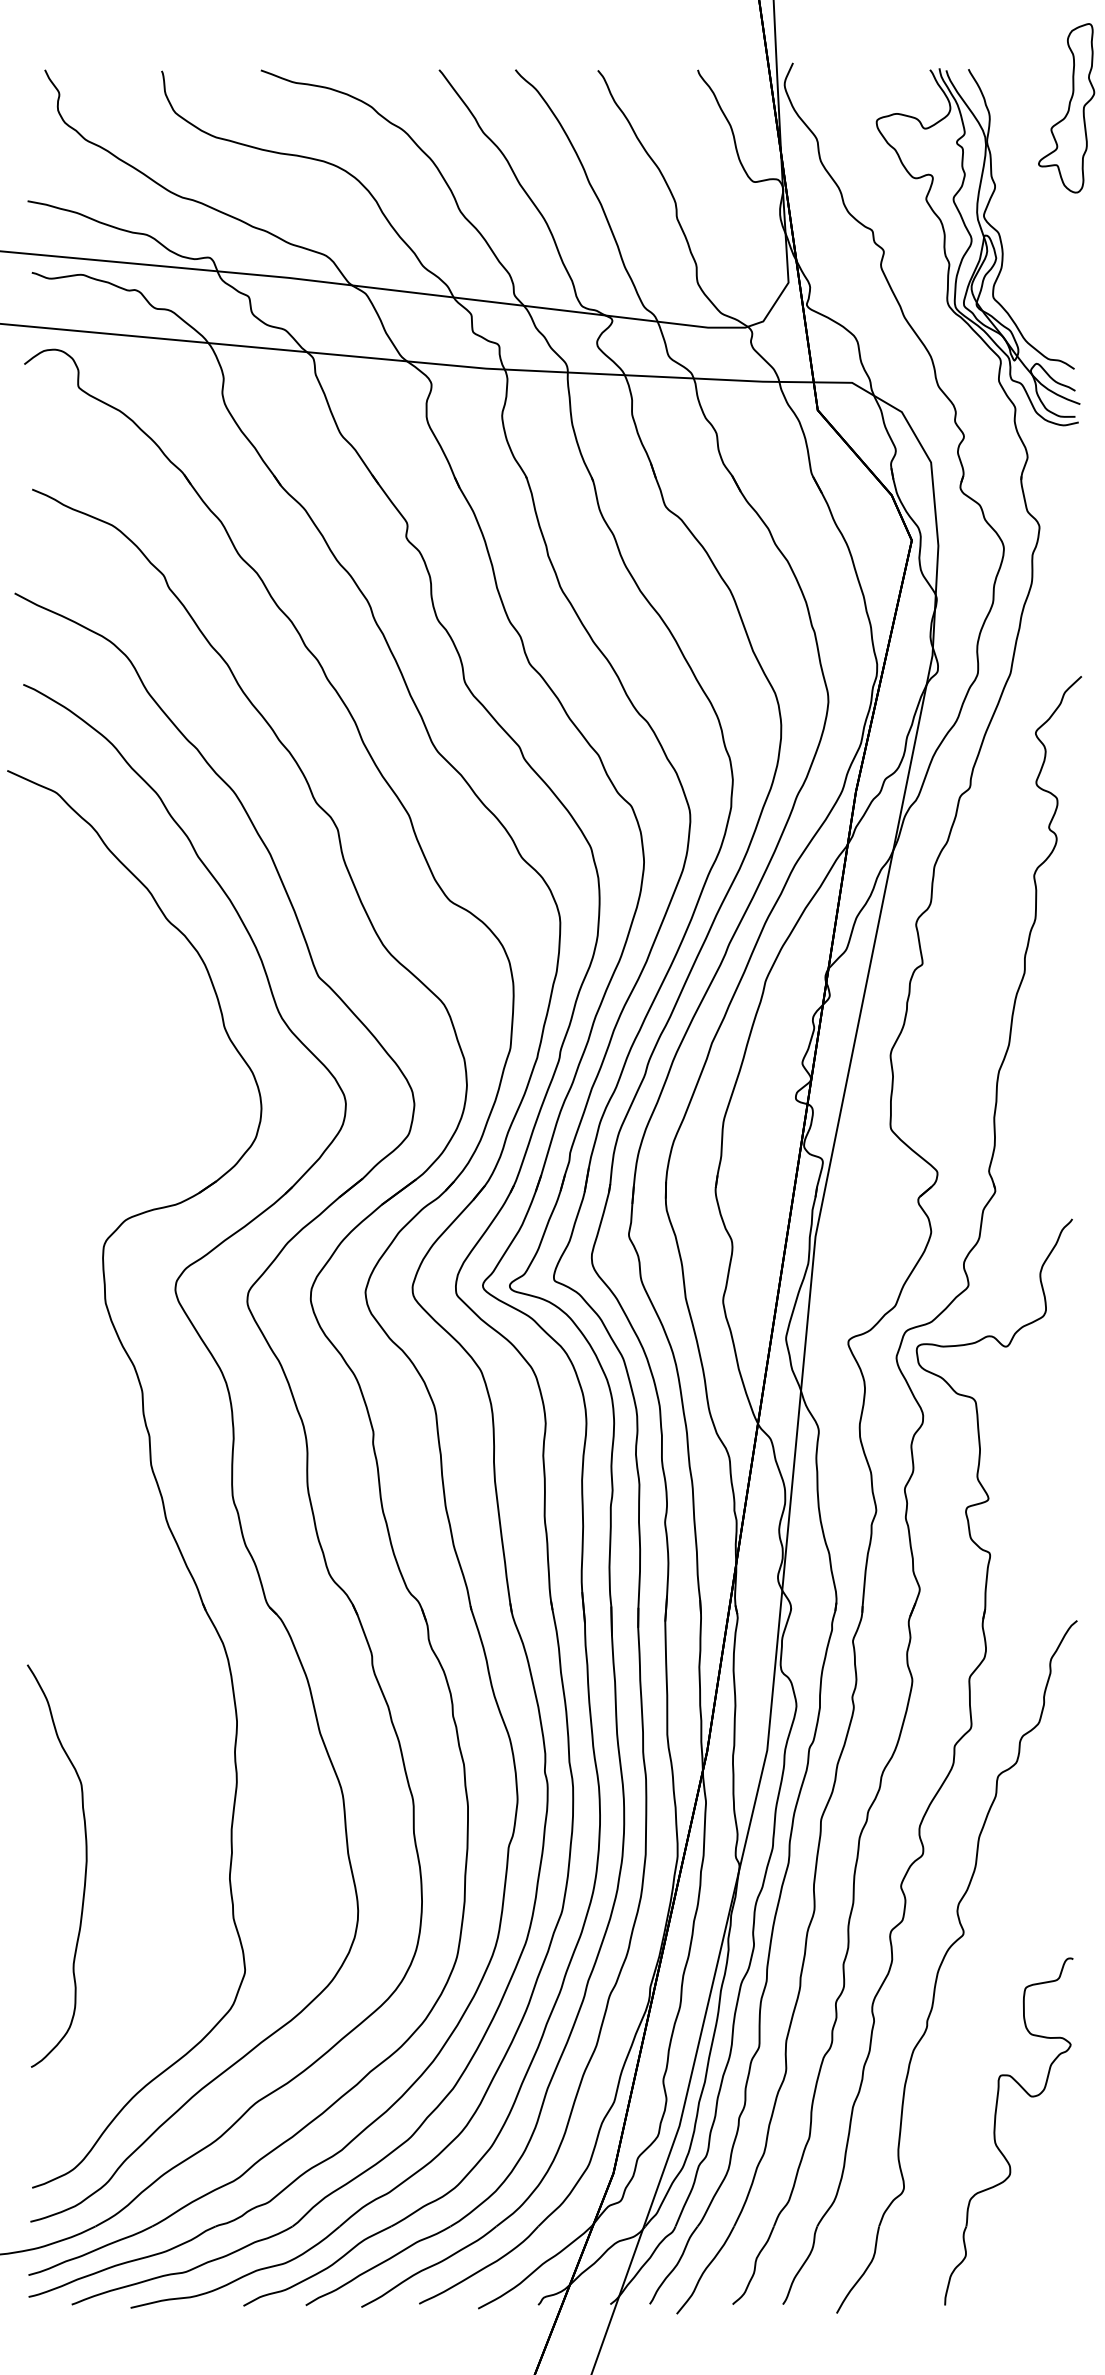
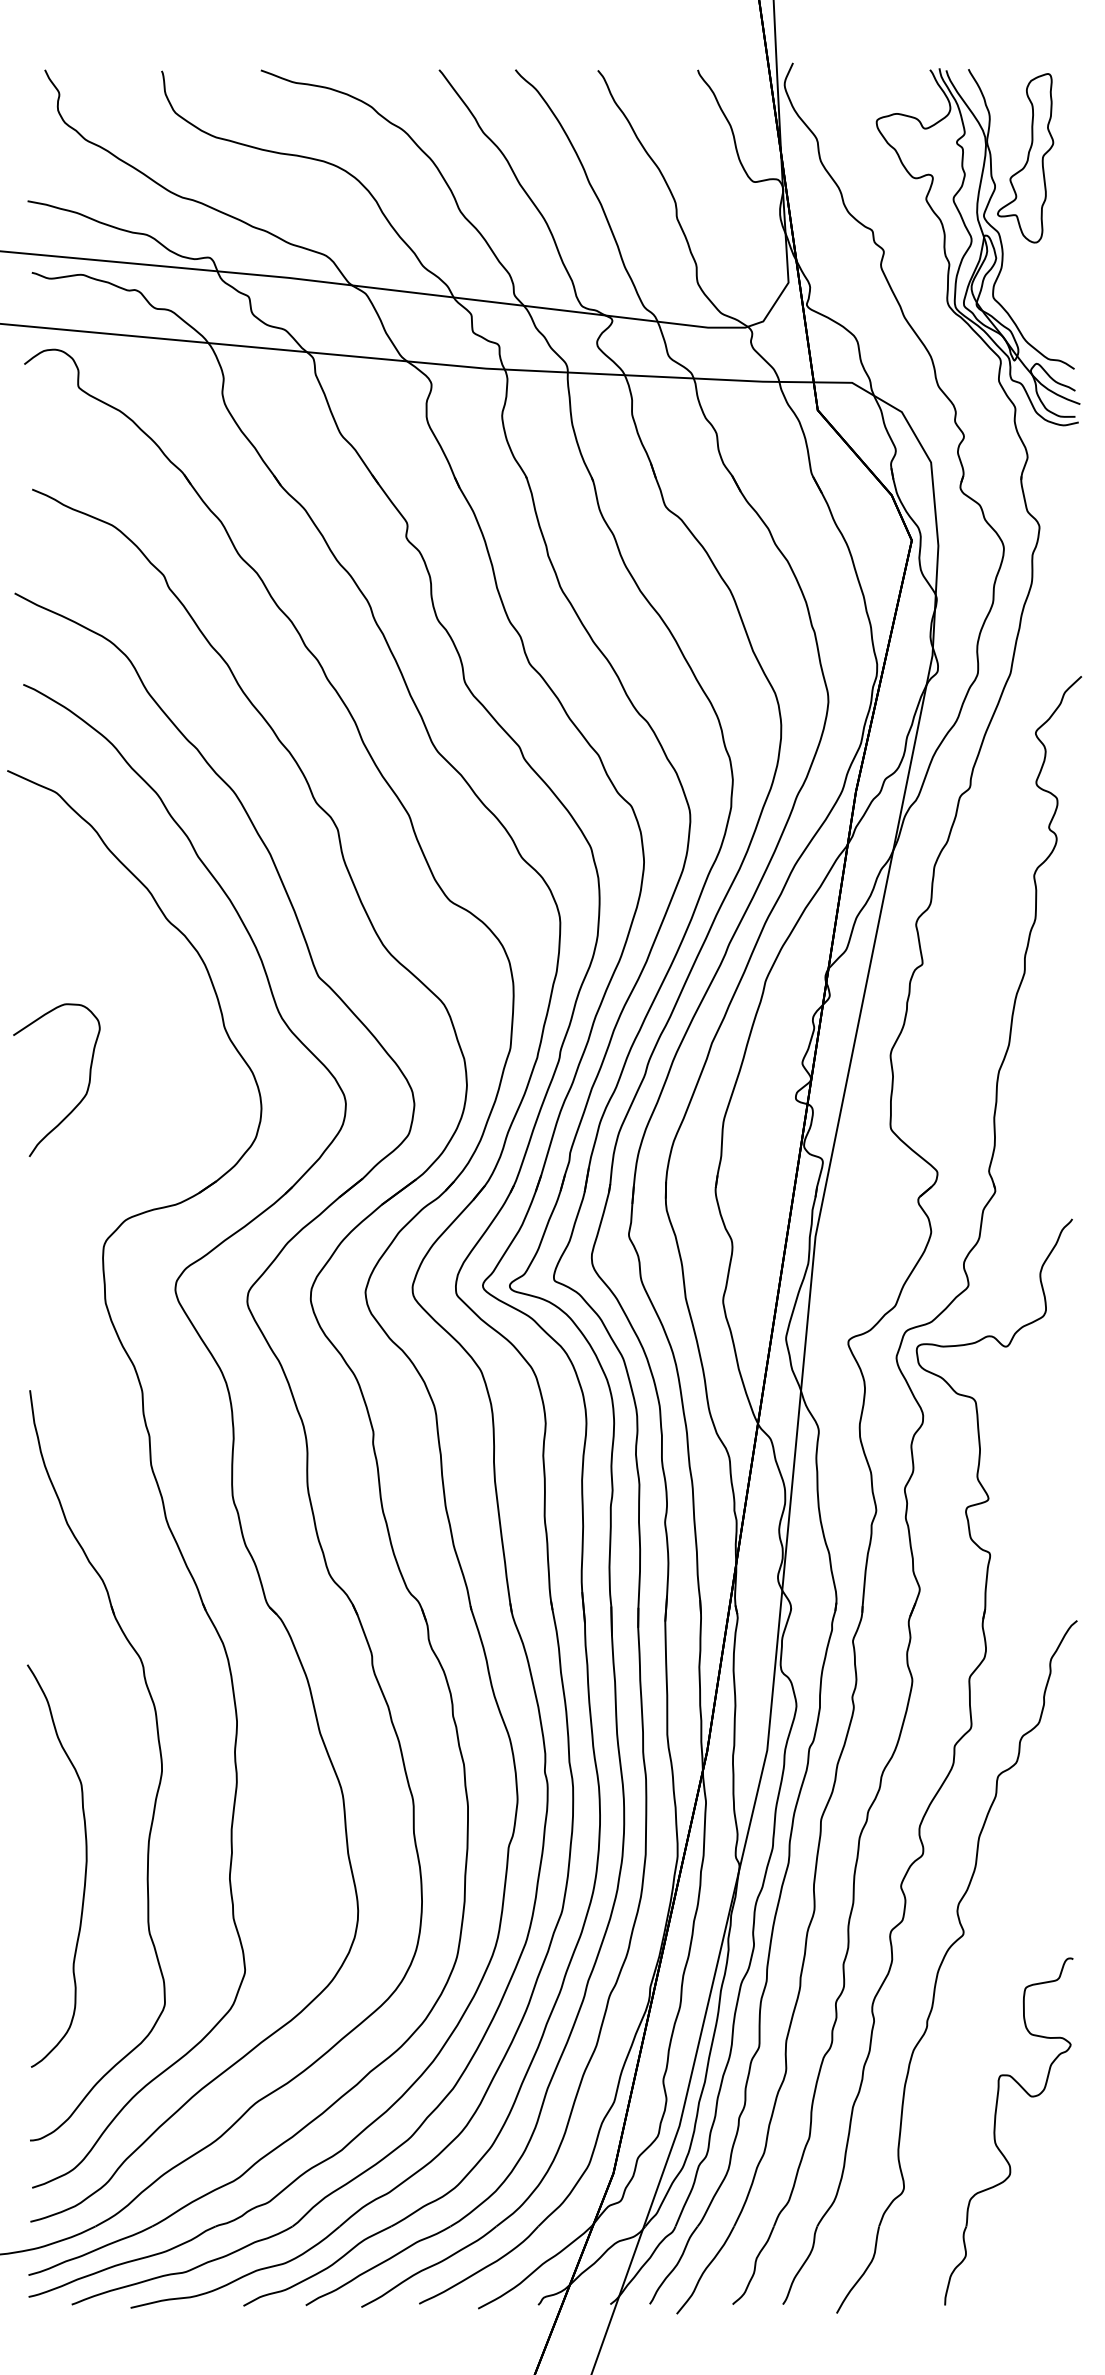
part at (1066, 108) position: (1066, 108) -> (1025, 158)
curve at (82, 1097): none -> present
part at (160, 1762): none -> present
